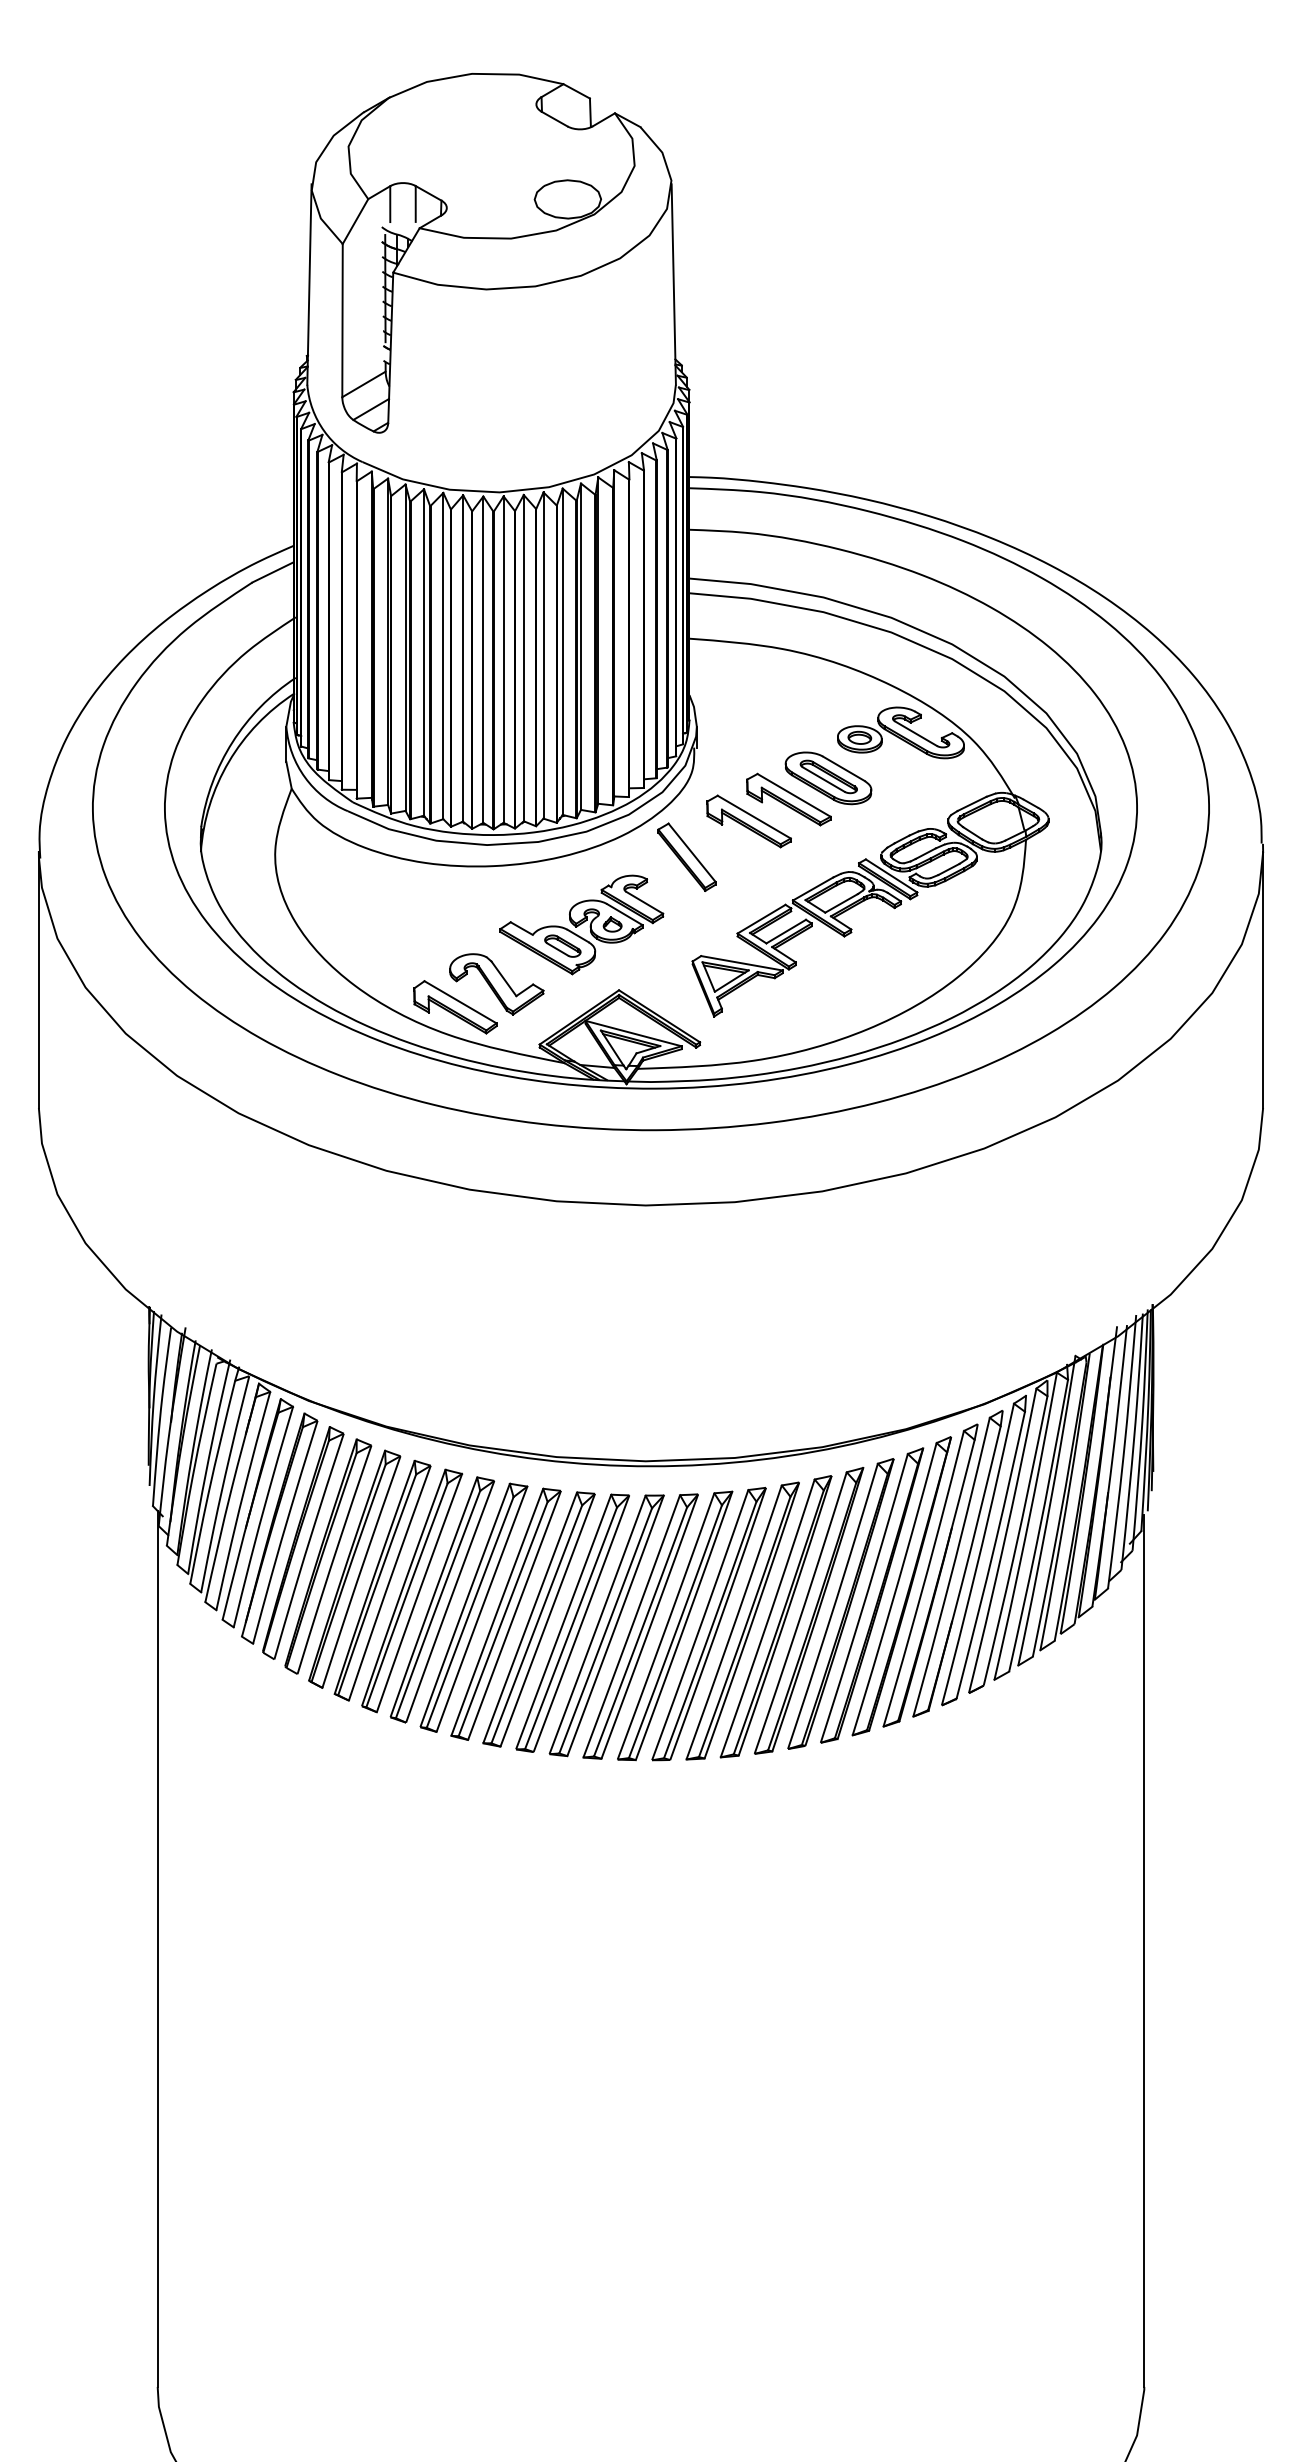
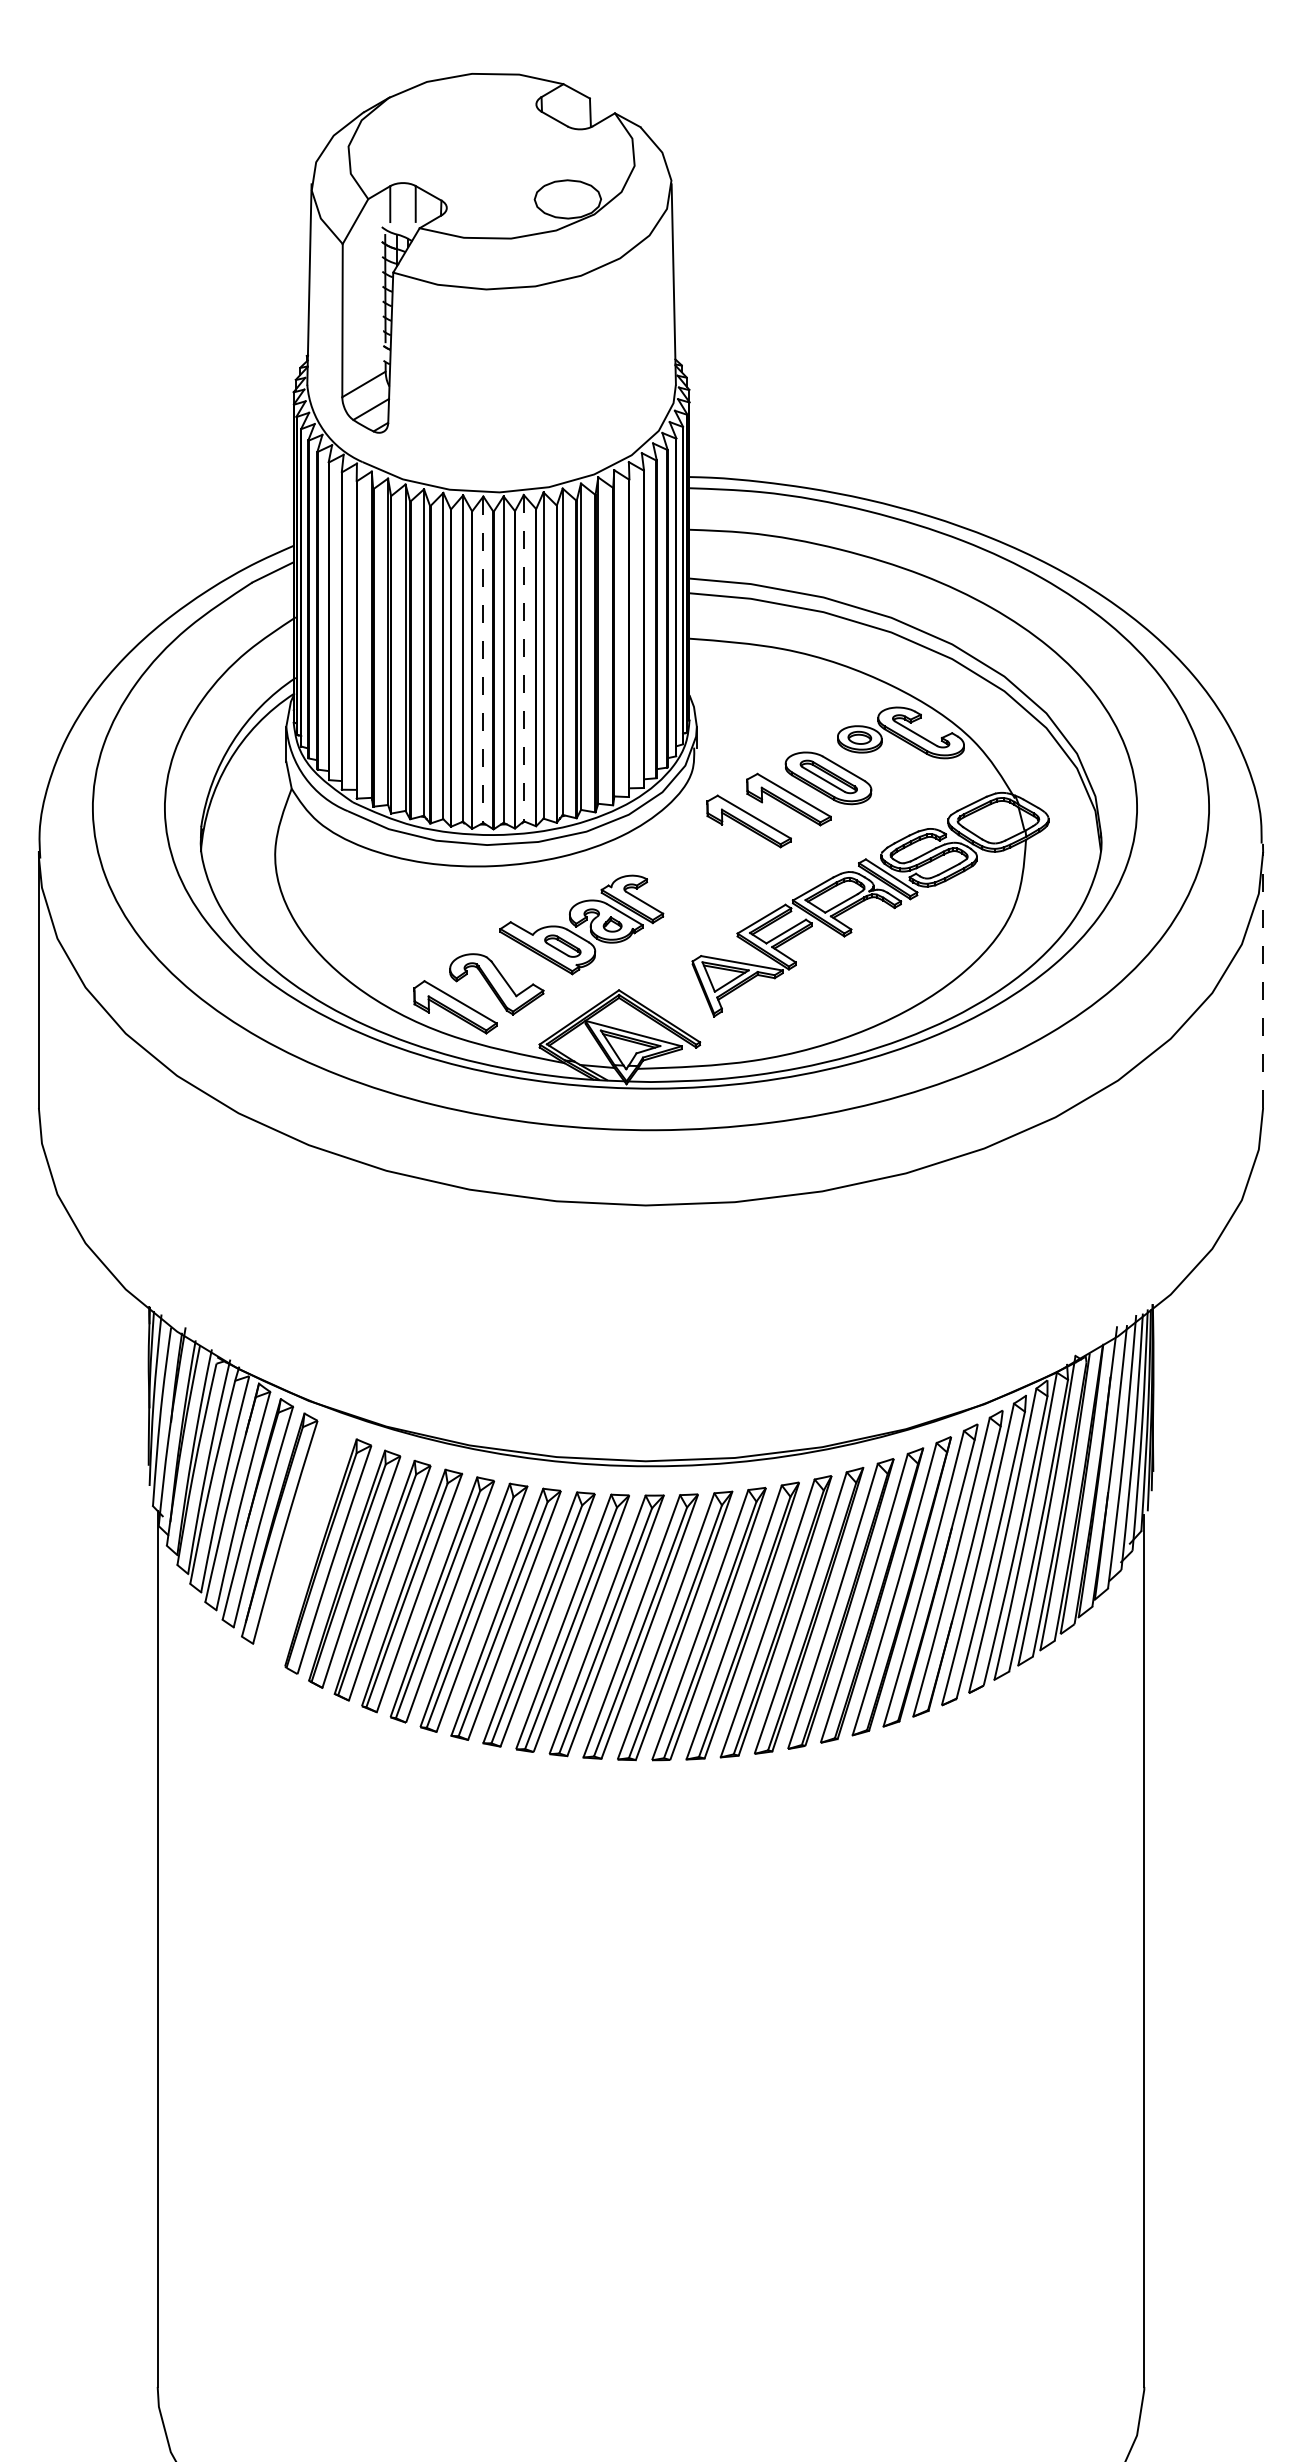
line at (523, 658): solid -> dashed
line at (483, 660): solid -> dashed
part at (686, 856): present -> none
line at (1263, 980): solid -> dashed
part at (303, 1542): present -> none
